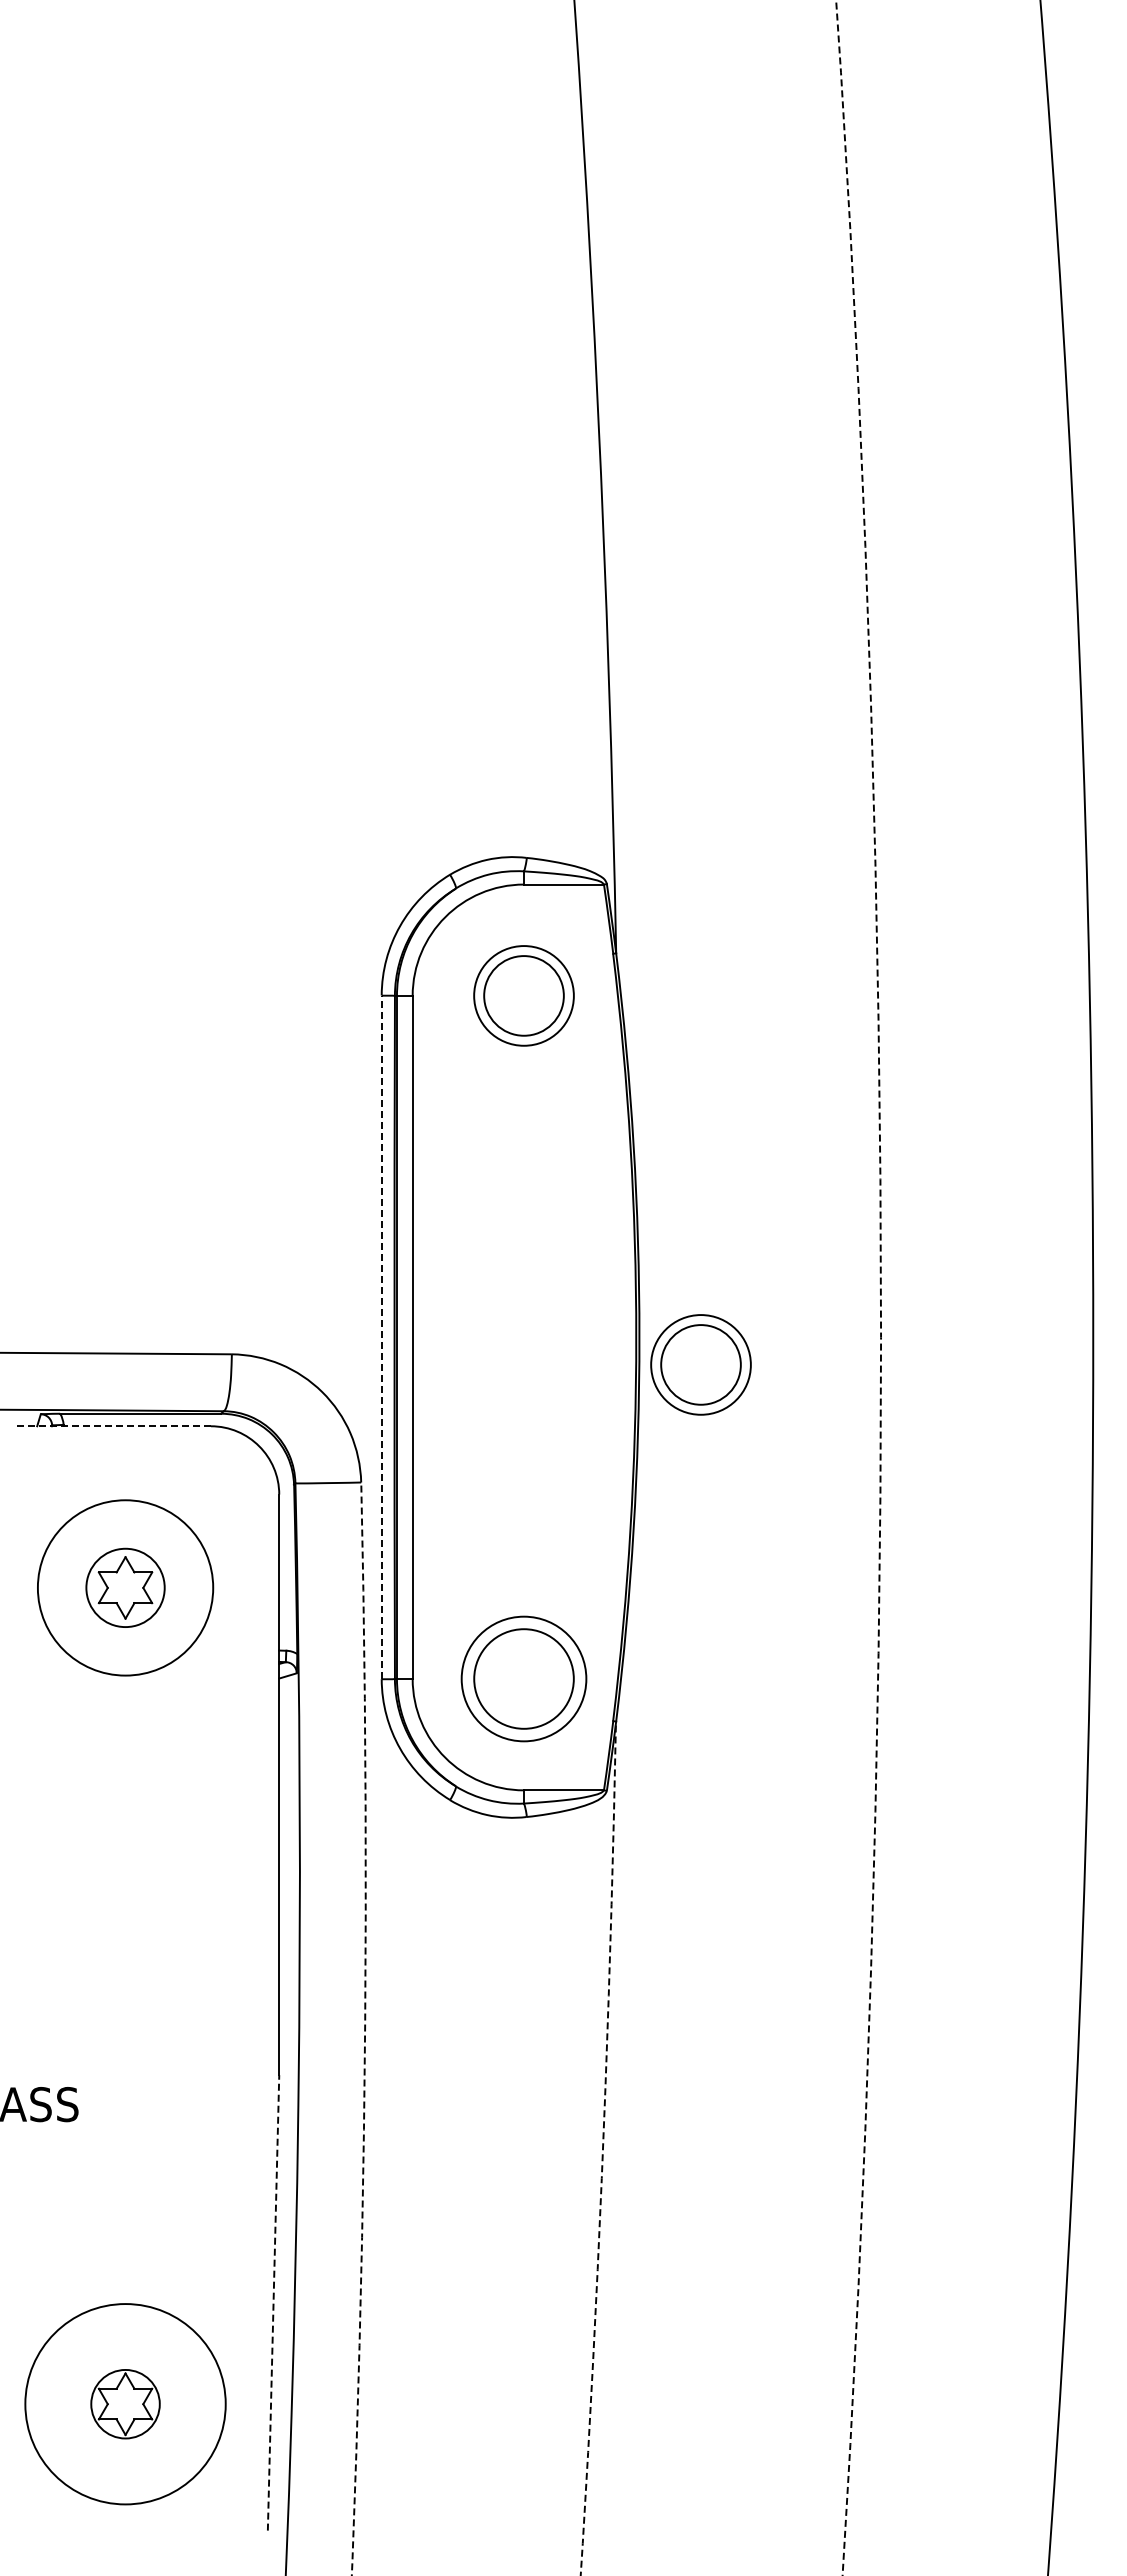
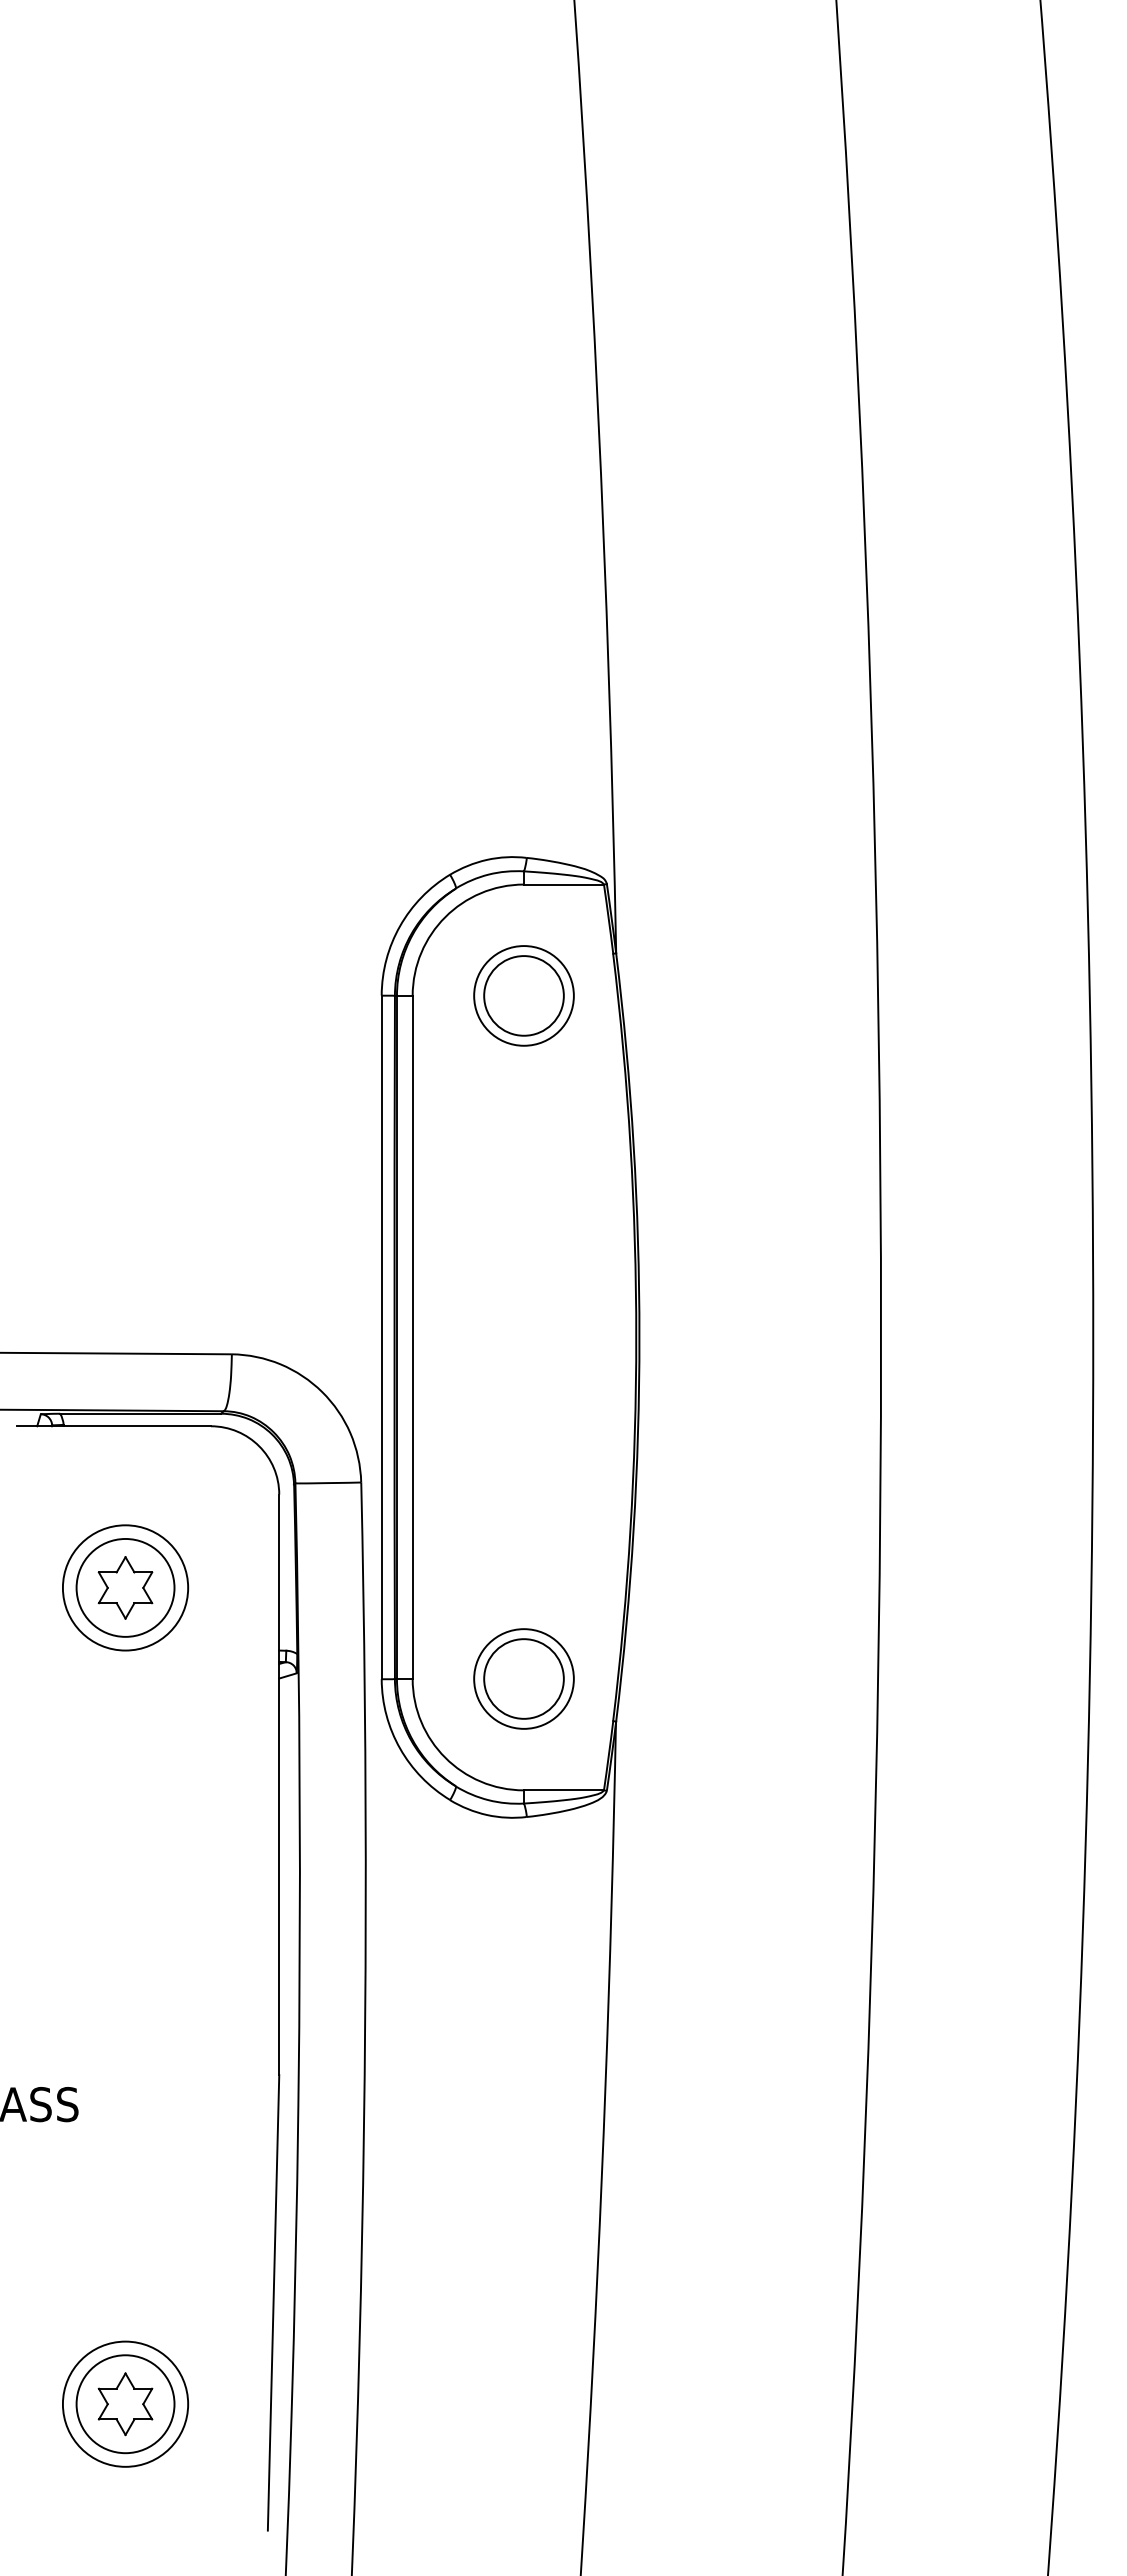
arc at (880, 1288): dashed -> solid
line at (381, 1337): dashed -> solid
part at (700, 1364): present -> none
line at (114, 1426): dashed -> solid
circle at (125, 1587) diameter: 175 px -> 125 px
circle at (125, 1587) diameter: 78 px -> 98 px
part at (523, 1678) size: 128x128 px -> 102x102 px
arc at (365, 2028): dashed -> solid
arc at (603, 2148): dashed -> solid
line at (273, 2302): dashed -> solid
circle at (125, 2403) diameter: 69 px -> 98 px
circle at (125, 2404) diameter: 200 px -> 125 px
